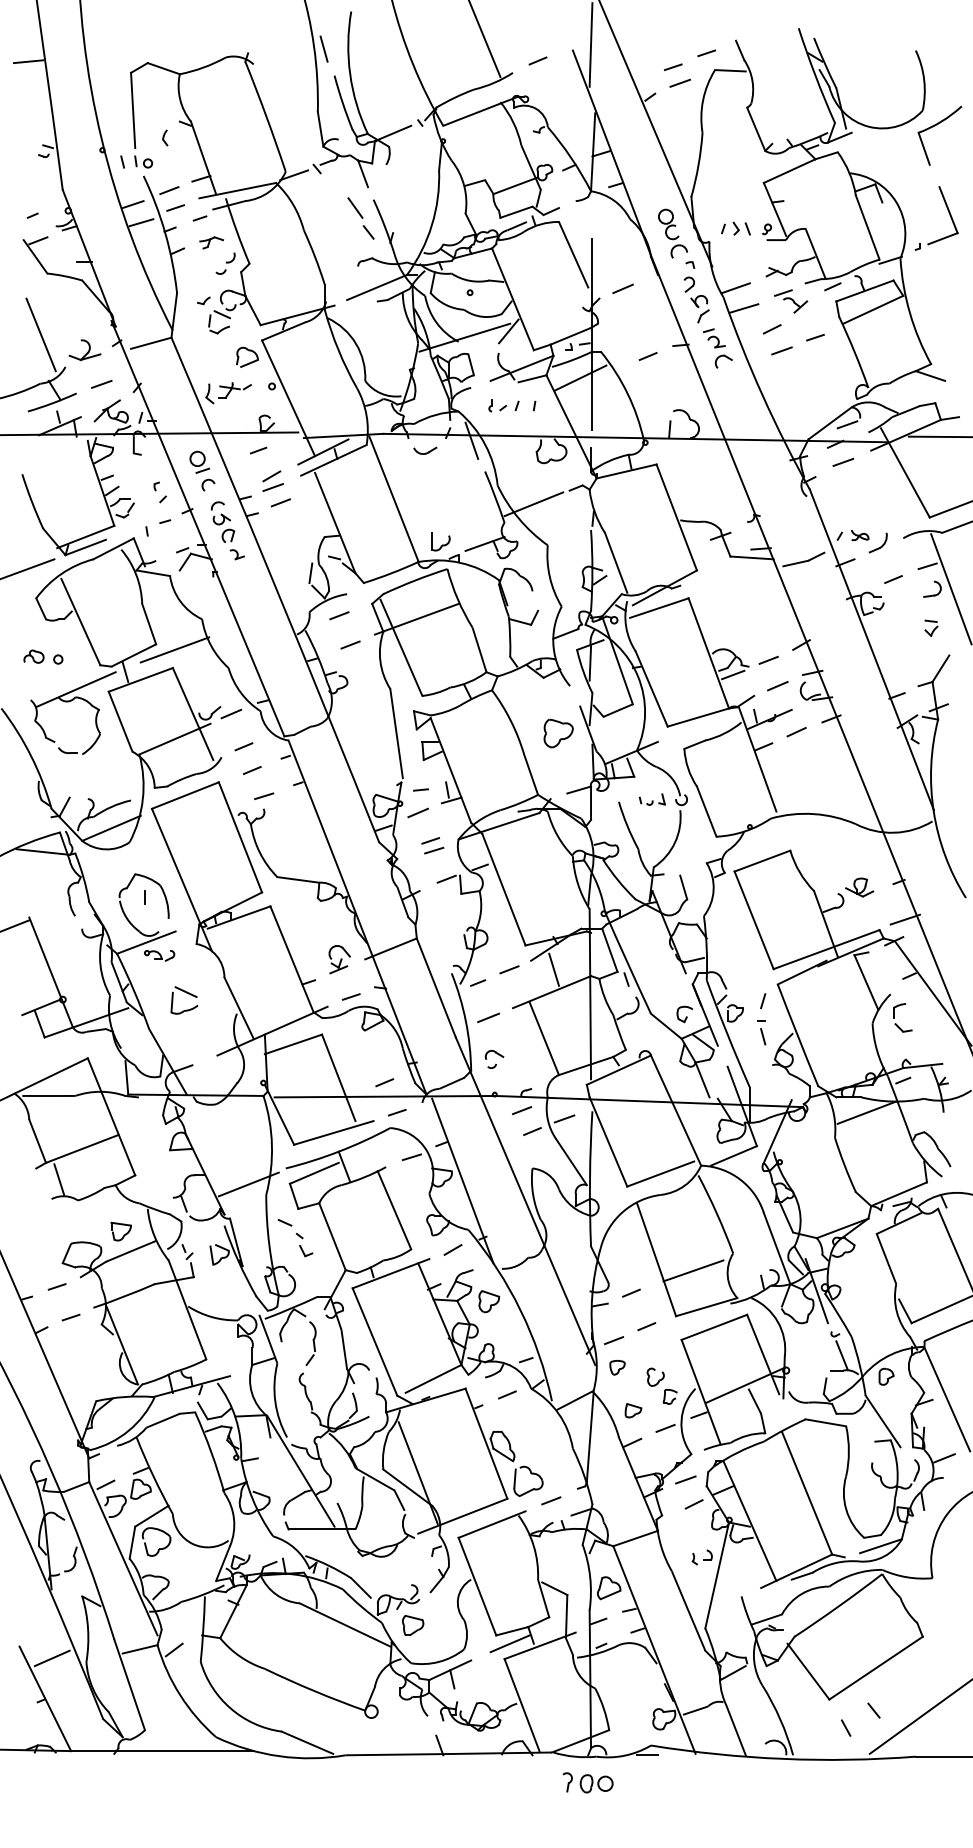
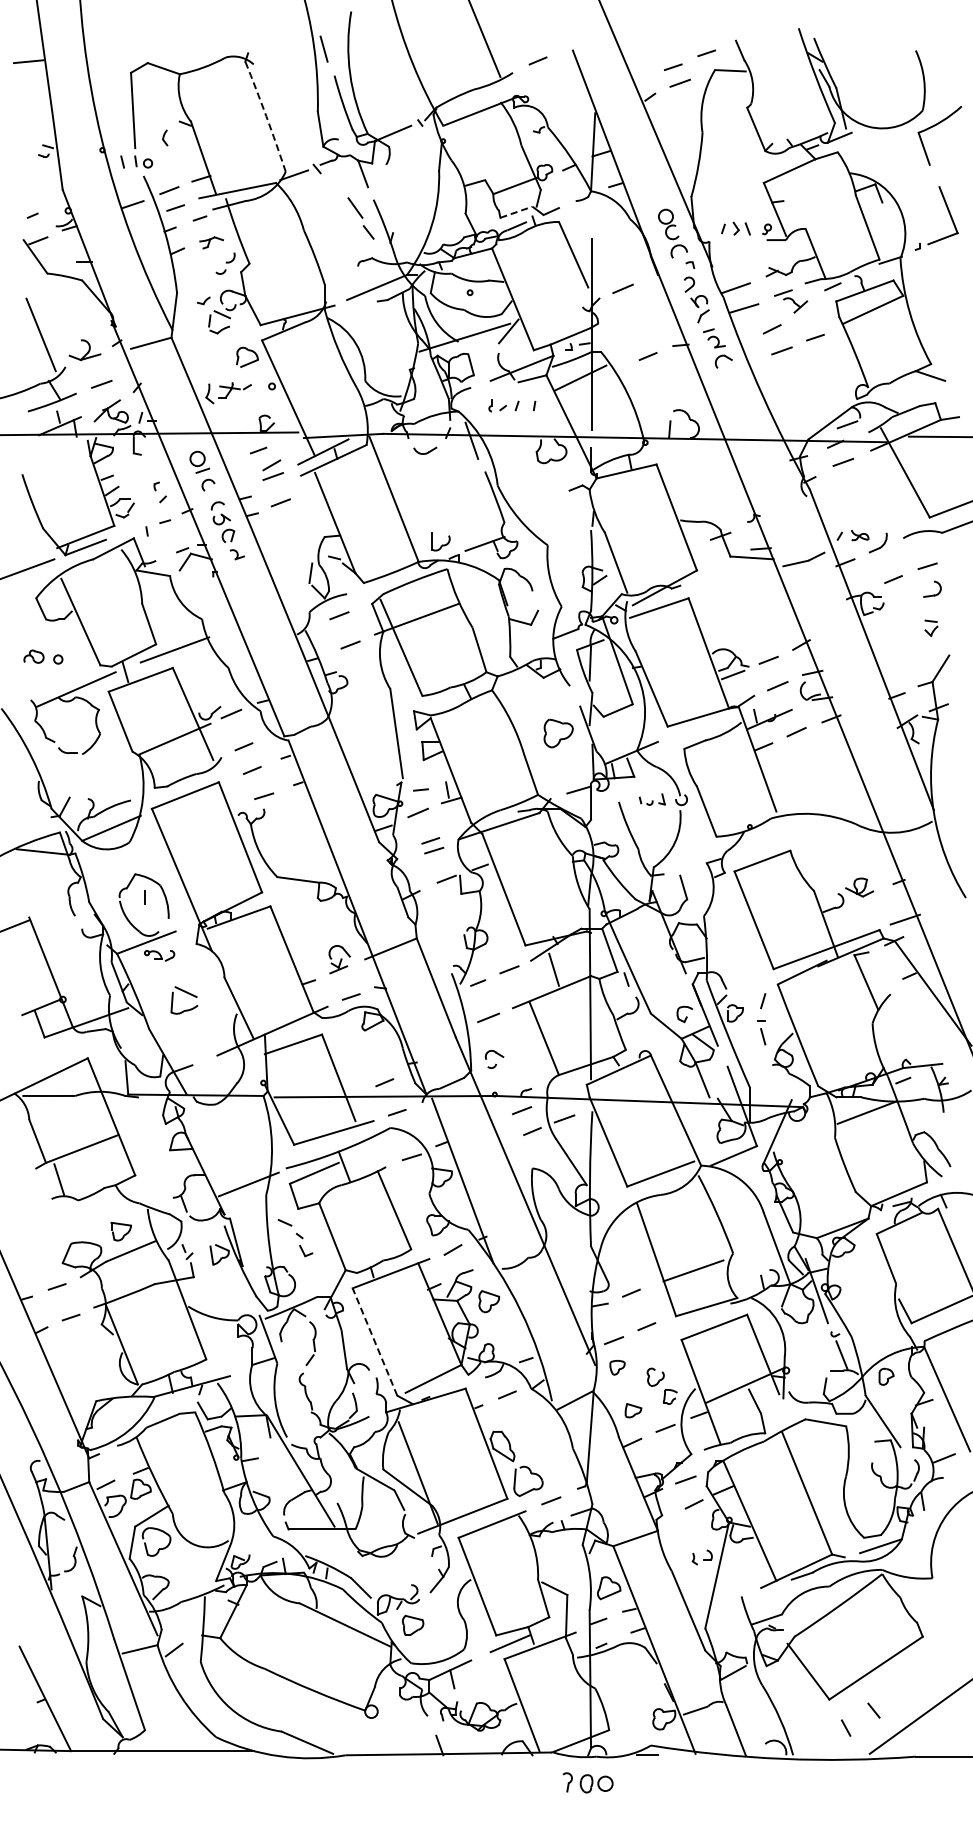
line at (590, 44): present -> none
arc at (266, 116): solid -> dashed
line at (516, 212): solid -> dashed
line at (141, 222): present -> none
part at (272, 480) position: (272, 480) -> (272, 469)
line at (533, 504): present -> none
line at (950, 586): present -> none
part at (894, 1017): present -> none
line at (374, 1341): solid -> dashed
line at (51, 1658): present -> none
